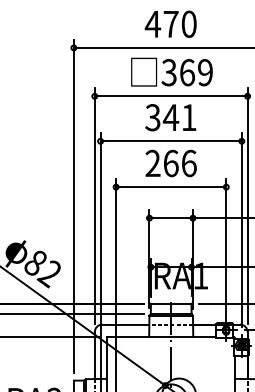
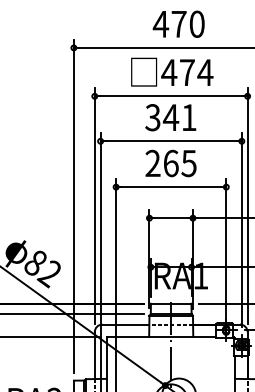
text at (170, 23) position: (170, 23) -> (178, 23)
text at (187, 72): 369 -> 474
text at (188, 163): 266 -> 265
